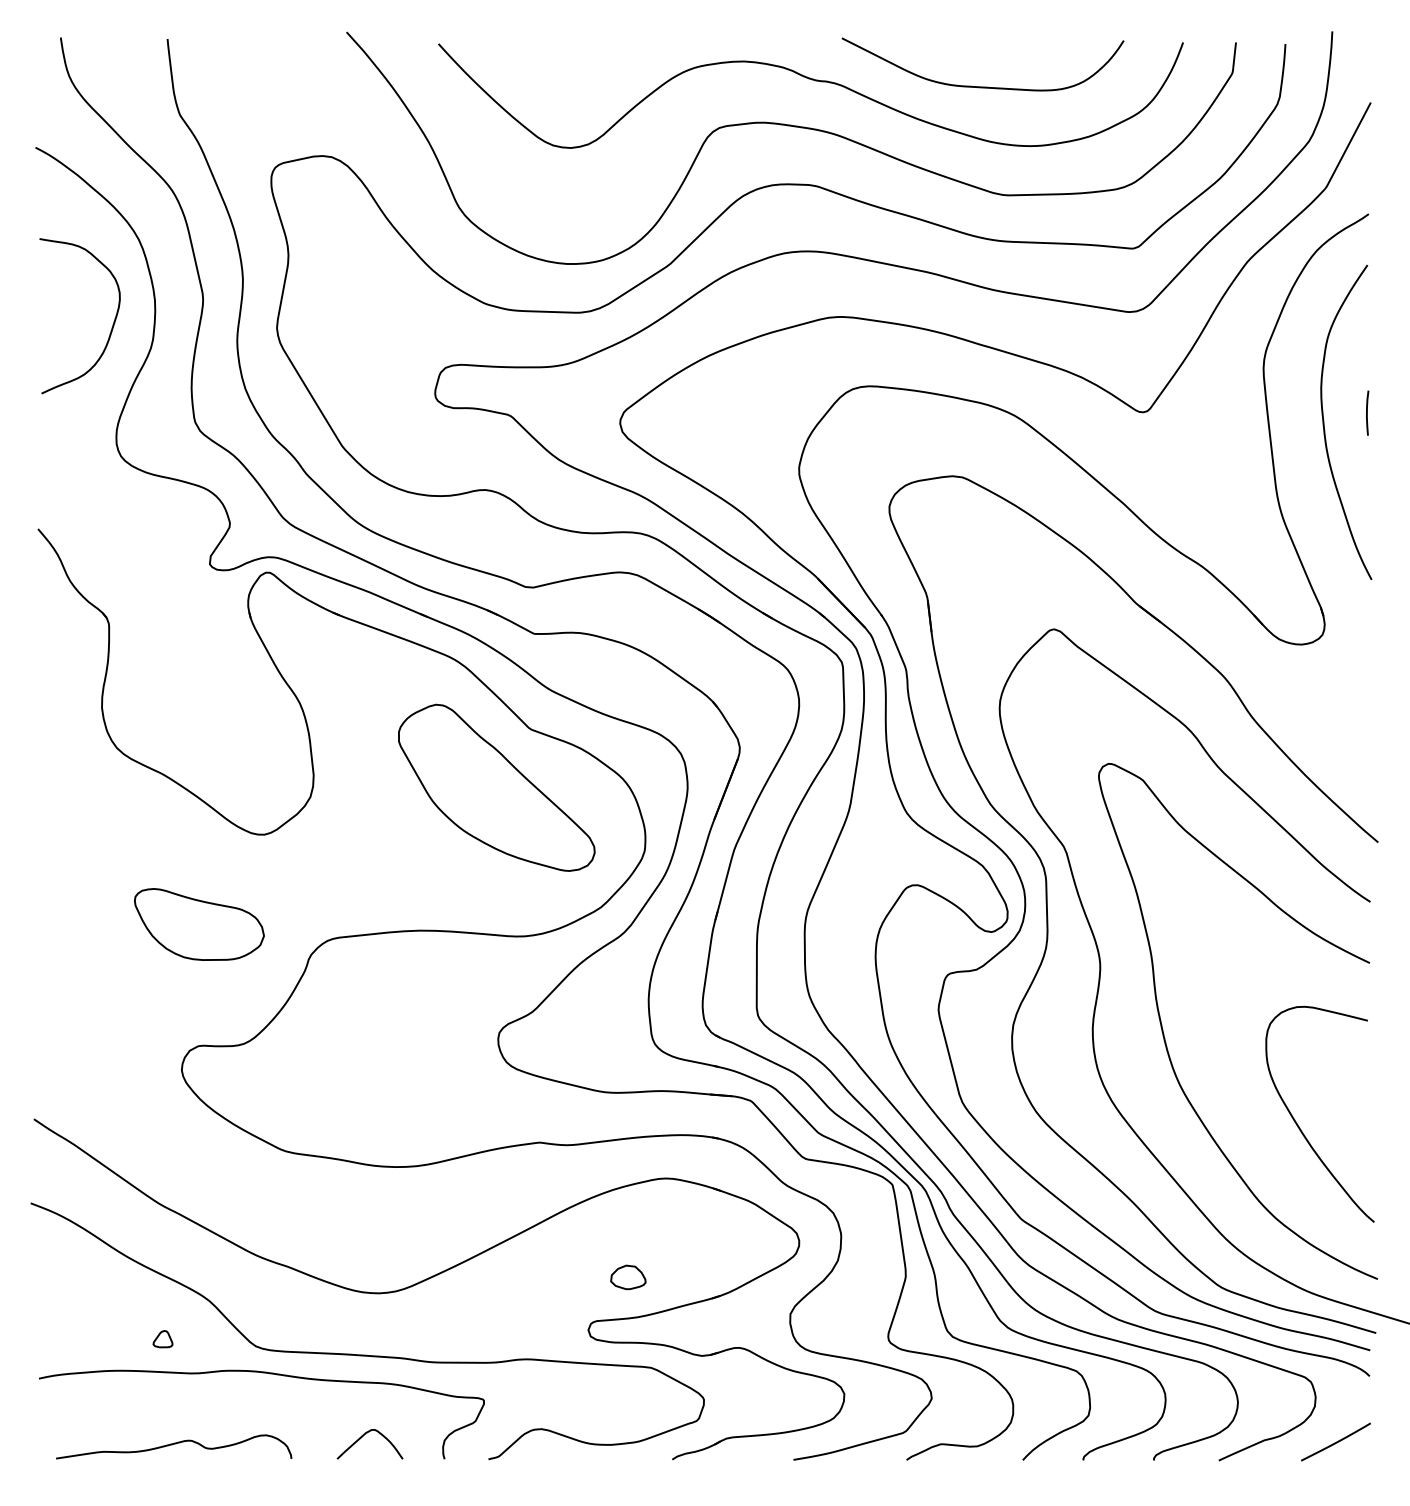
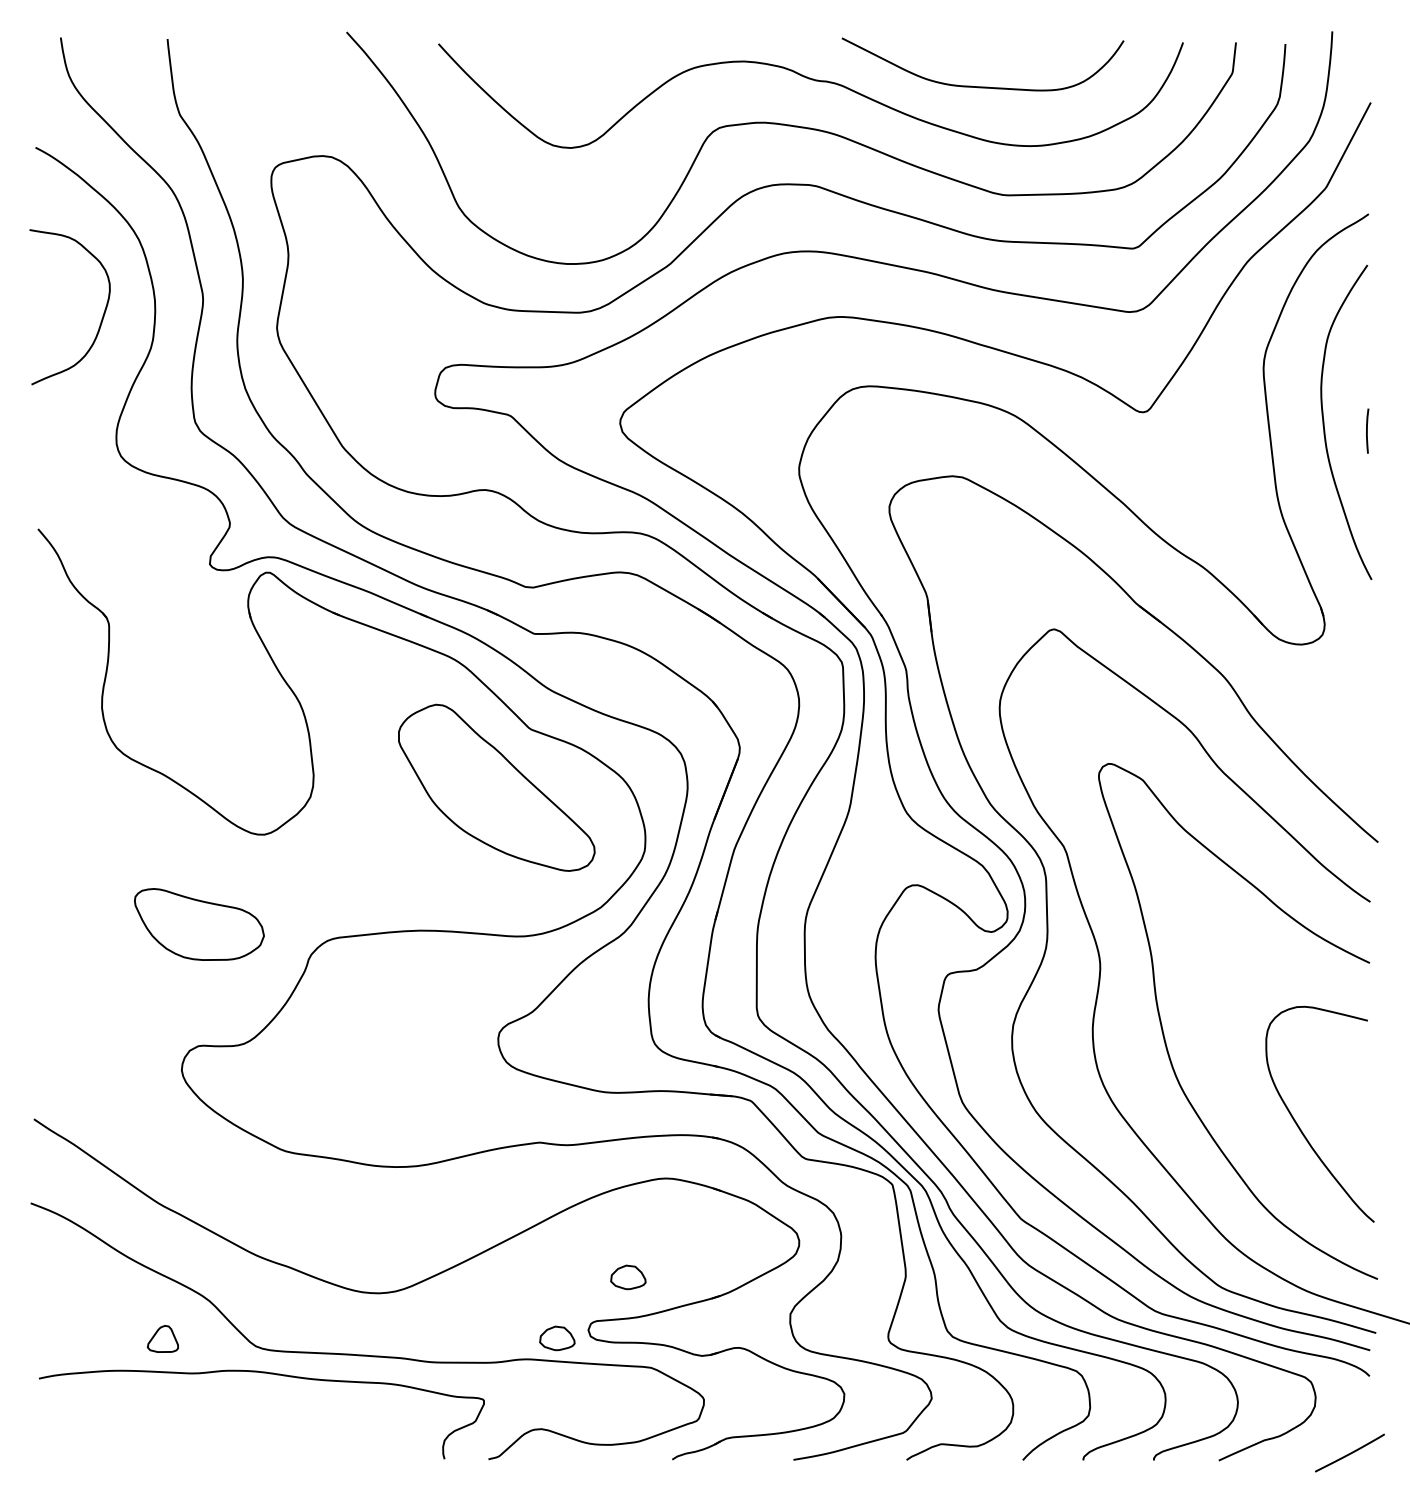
curve at (111, 327) position: (111, 327) -> (101, 318)
line at (1367, 412) position: (1367, 412) -> (1367, 430)
part at (557, 1338): none -> present
part at (162, 1339) size: 22x19 px -> 32x28 px
curve at (362, 1437): present -> none
line at (1336, 1441) position: (1336, 1441) -> (1350, 1452)
curve at (174, 1444): present -> none
